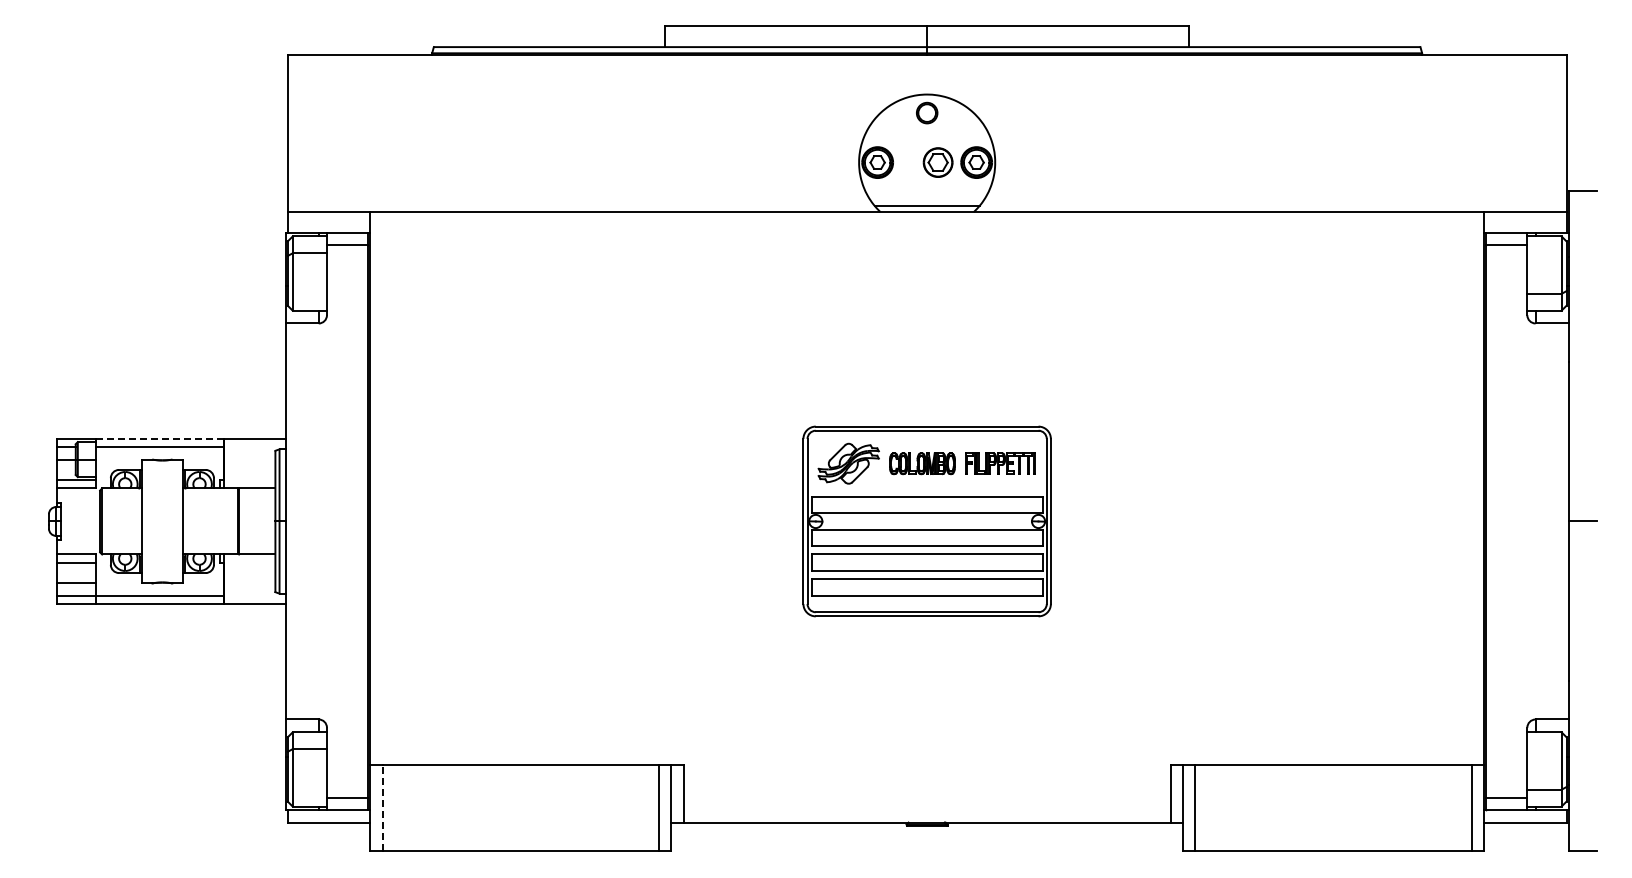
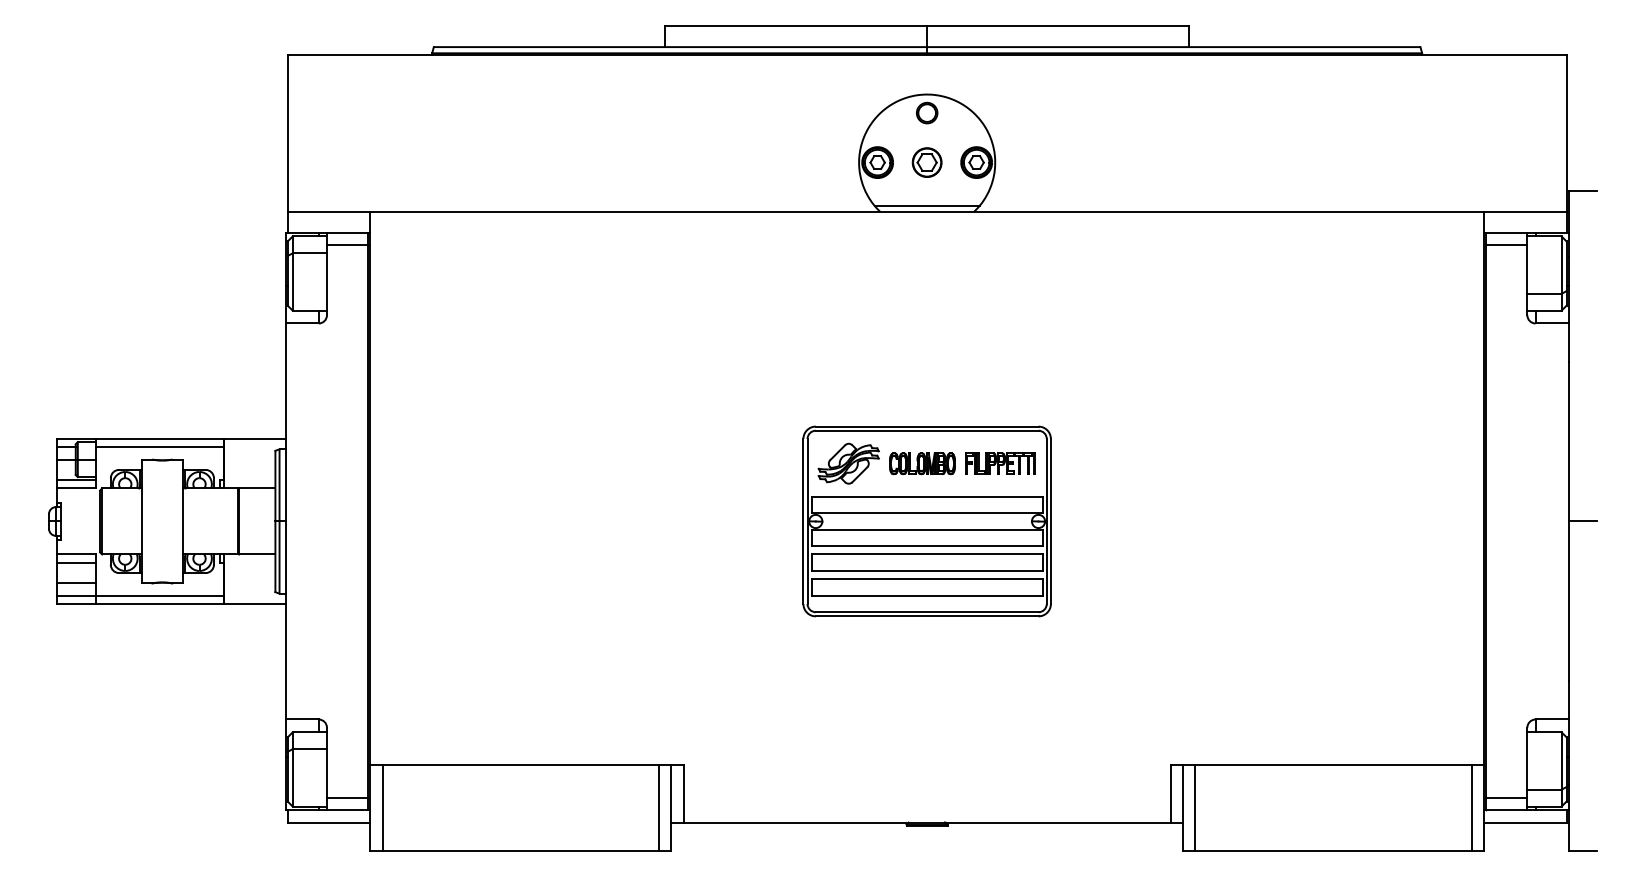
part at (937, 162) position: (937, 162) -> (926, 162)
line at (160, 438): dashed -> solid
line at (382, 807): dashed -> solid
